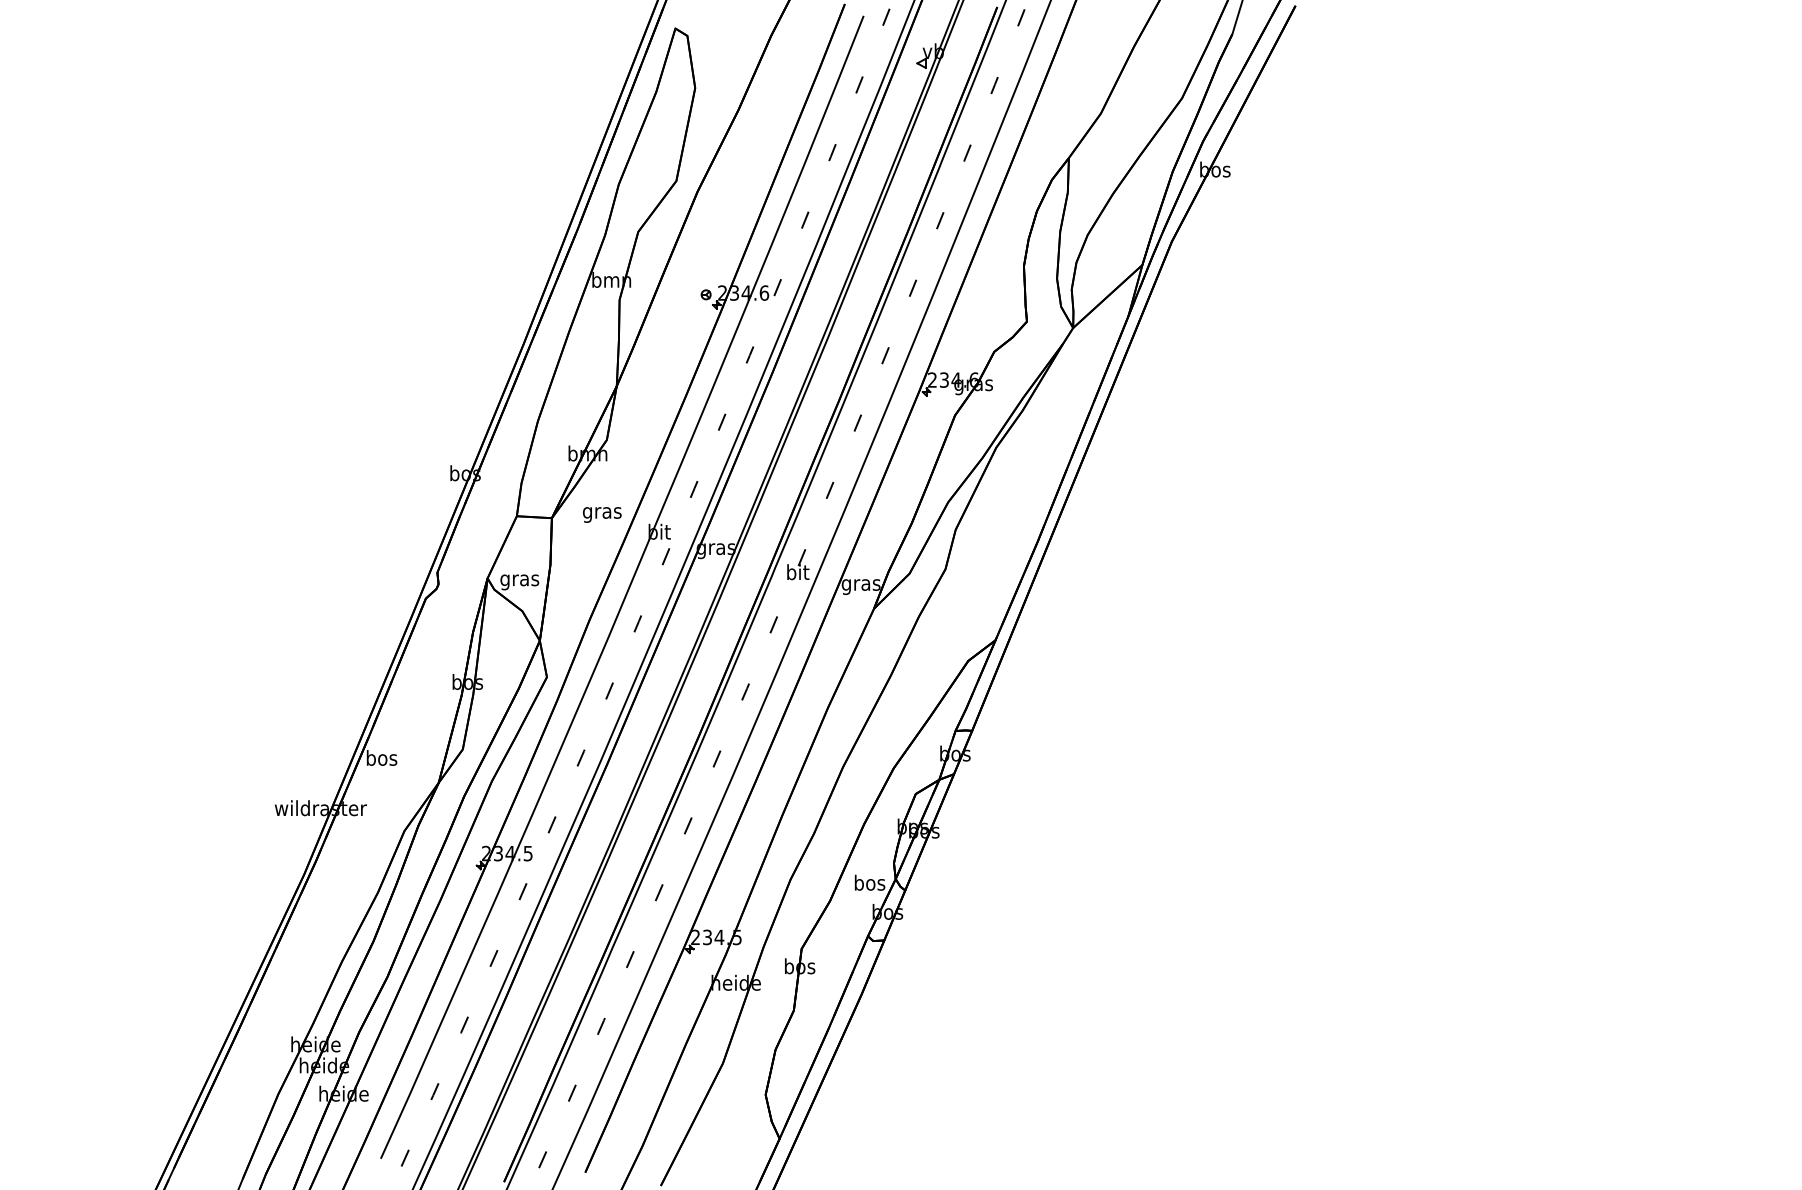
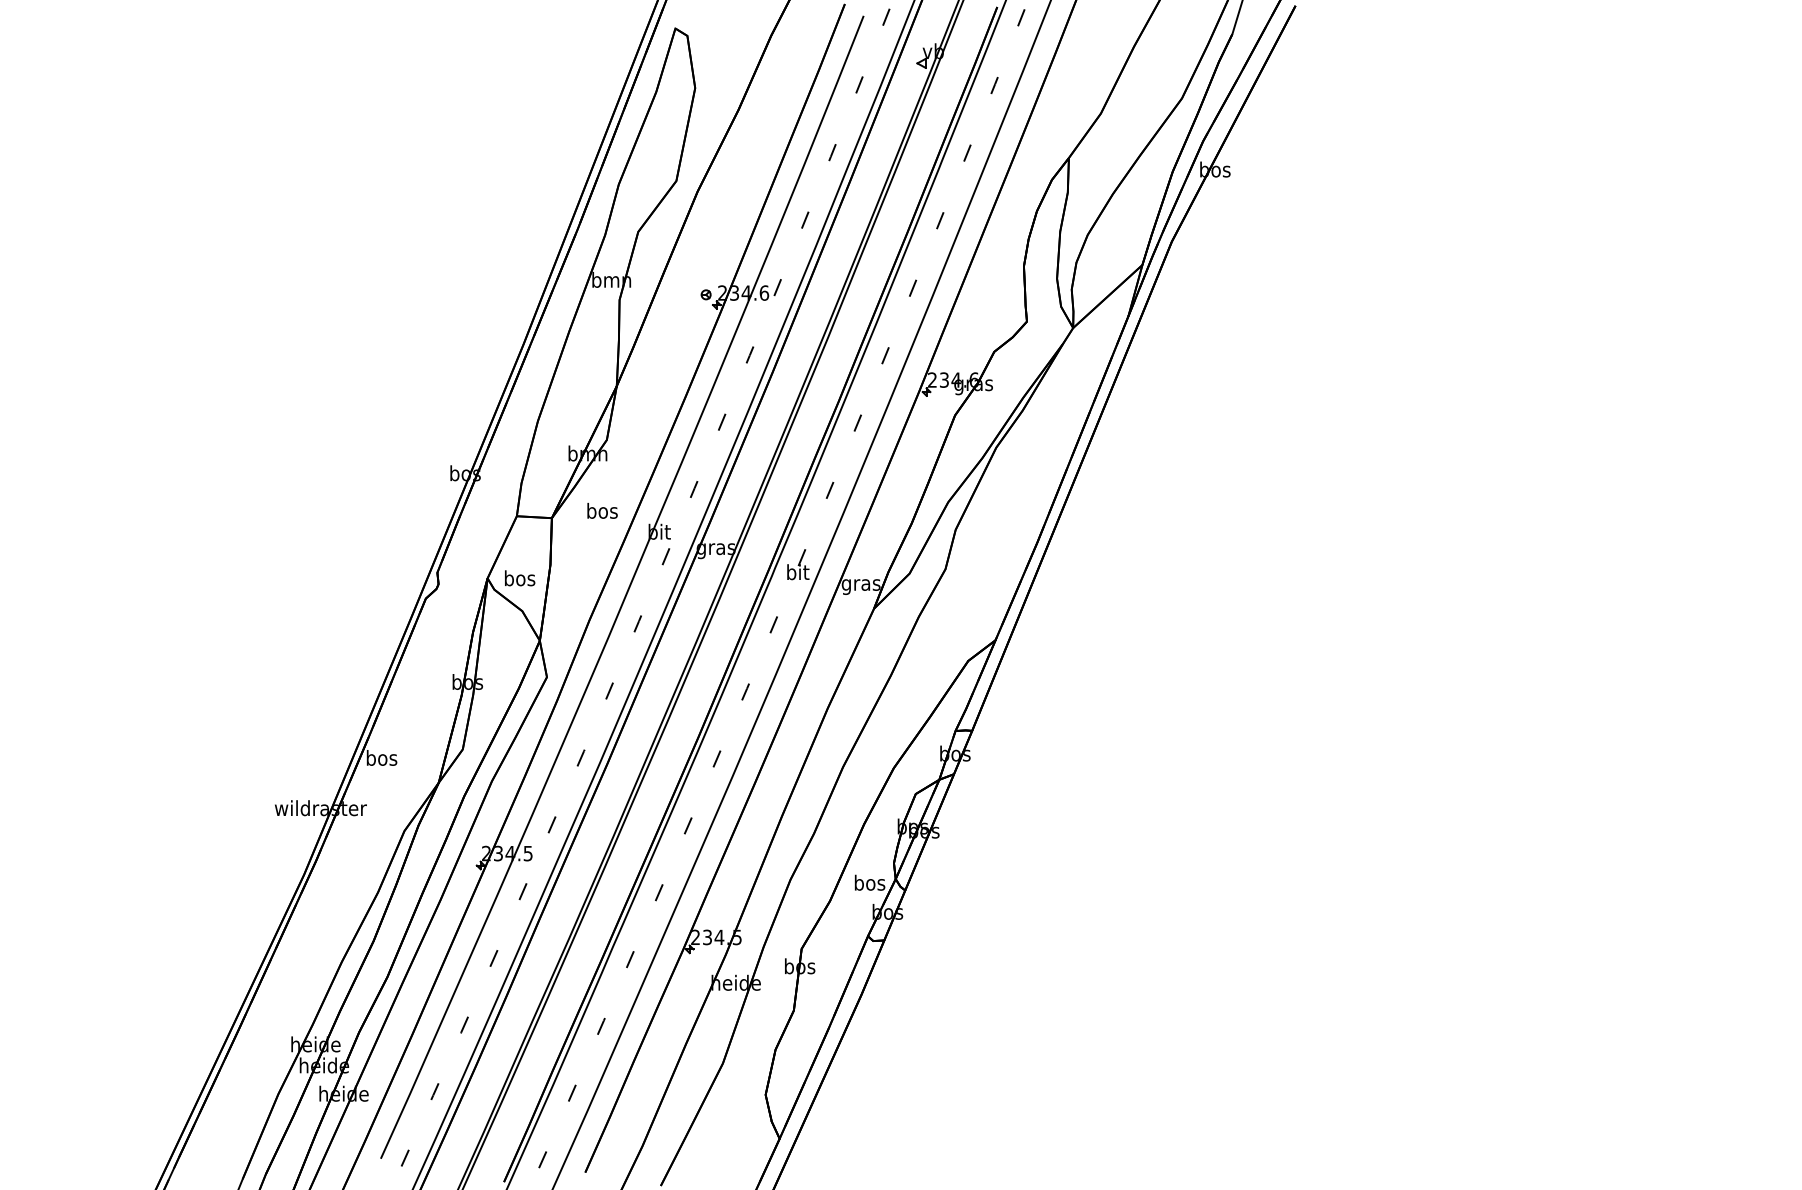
text at (601, 512): gras -> bos
text at (519, 580): gras -> bos
